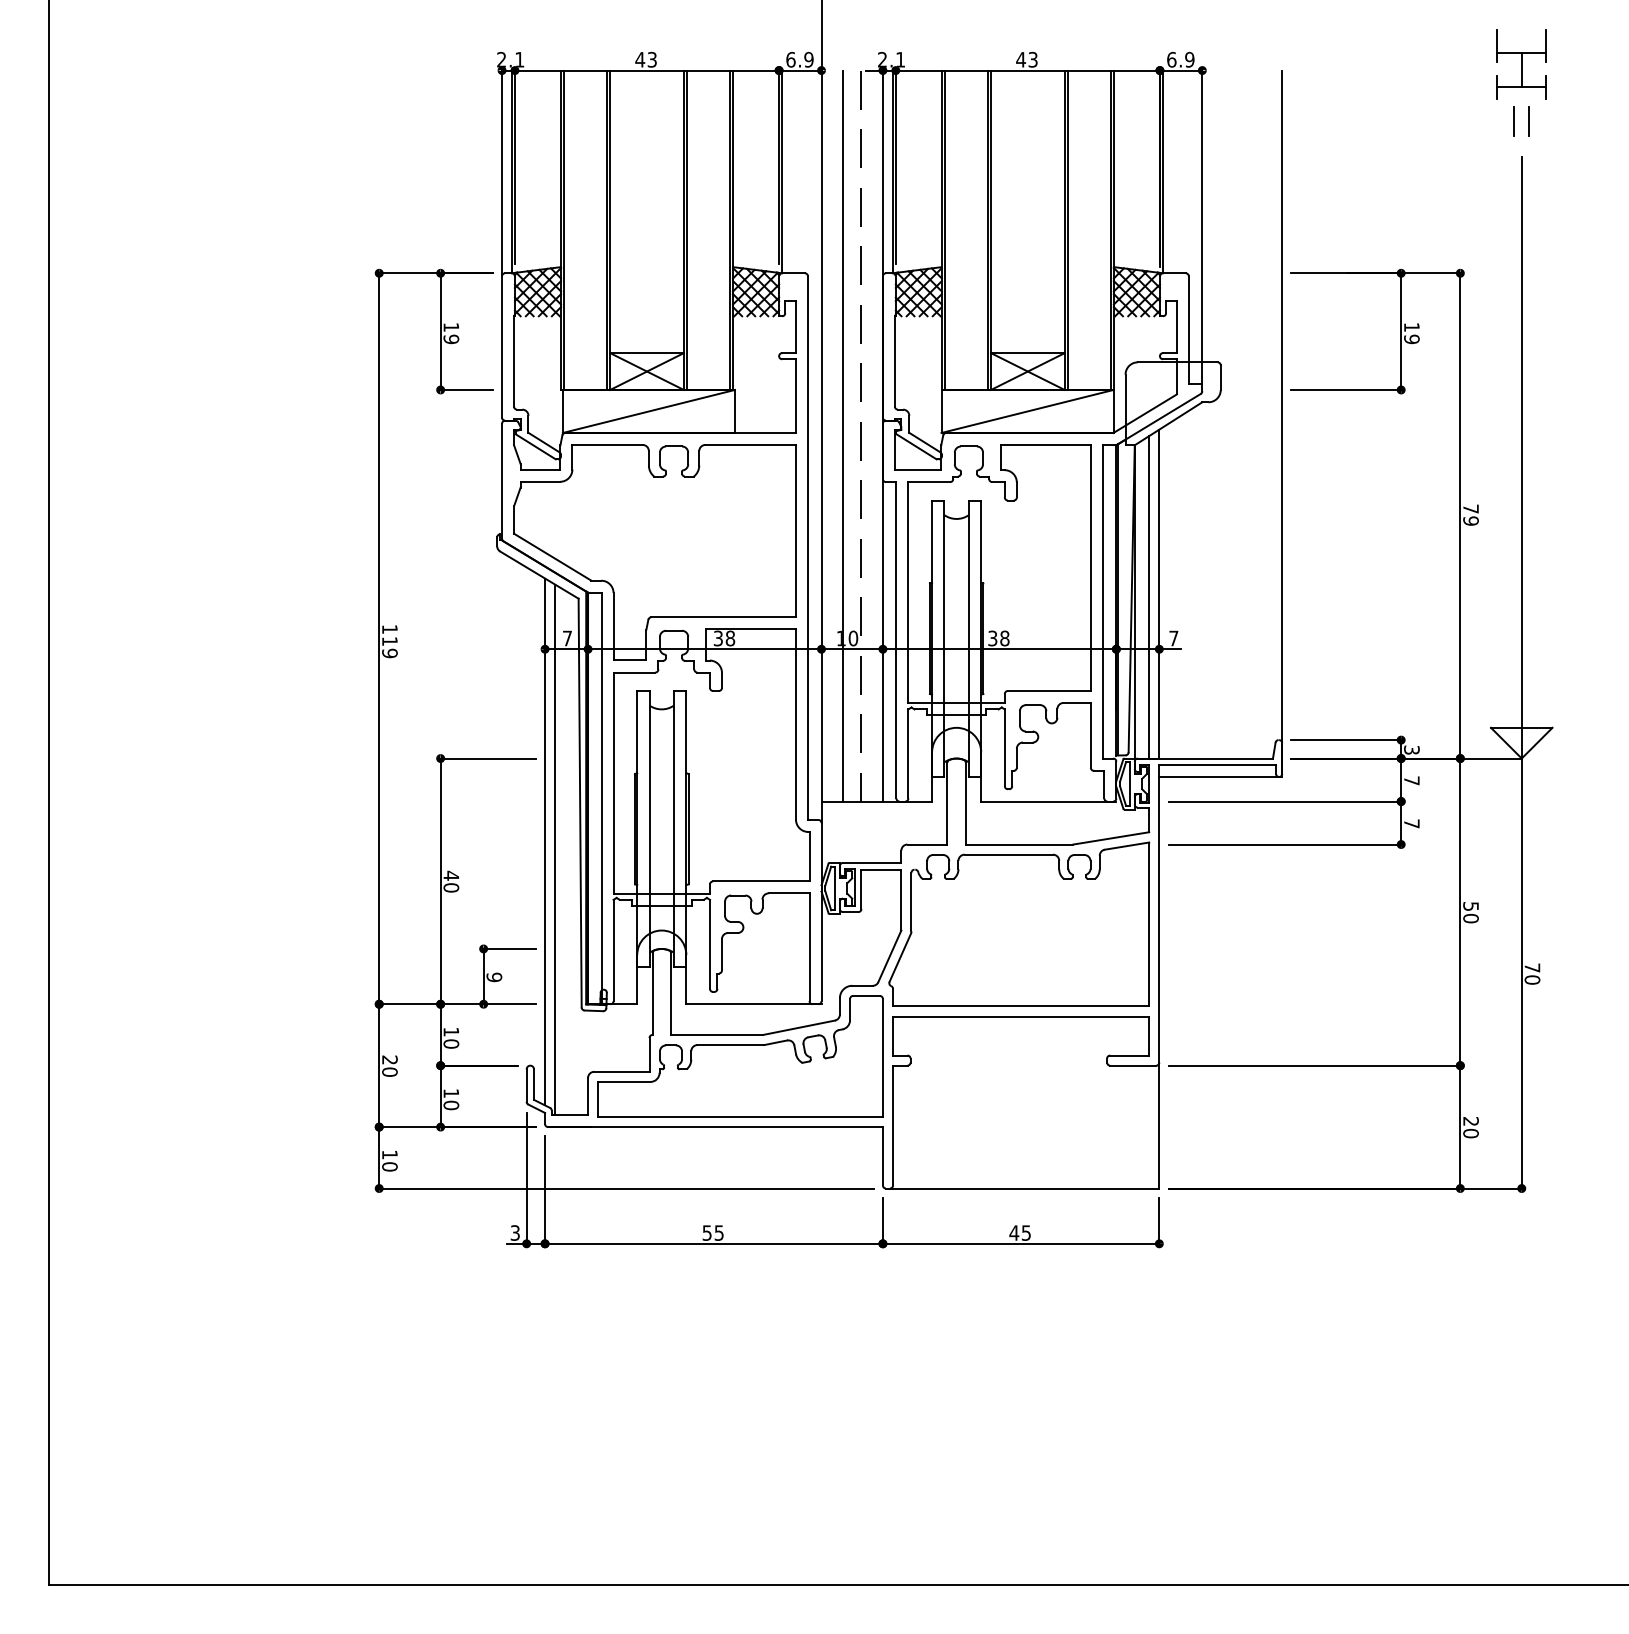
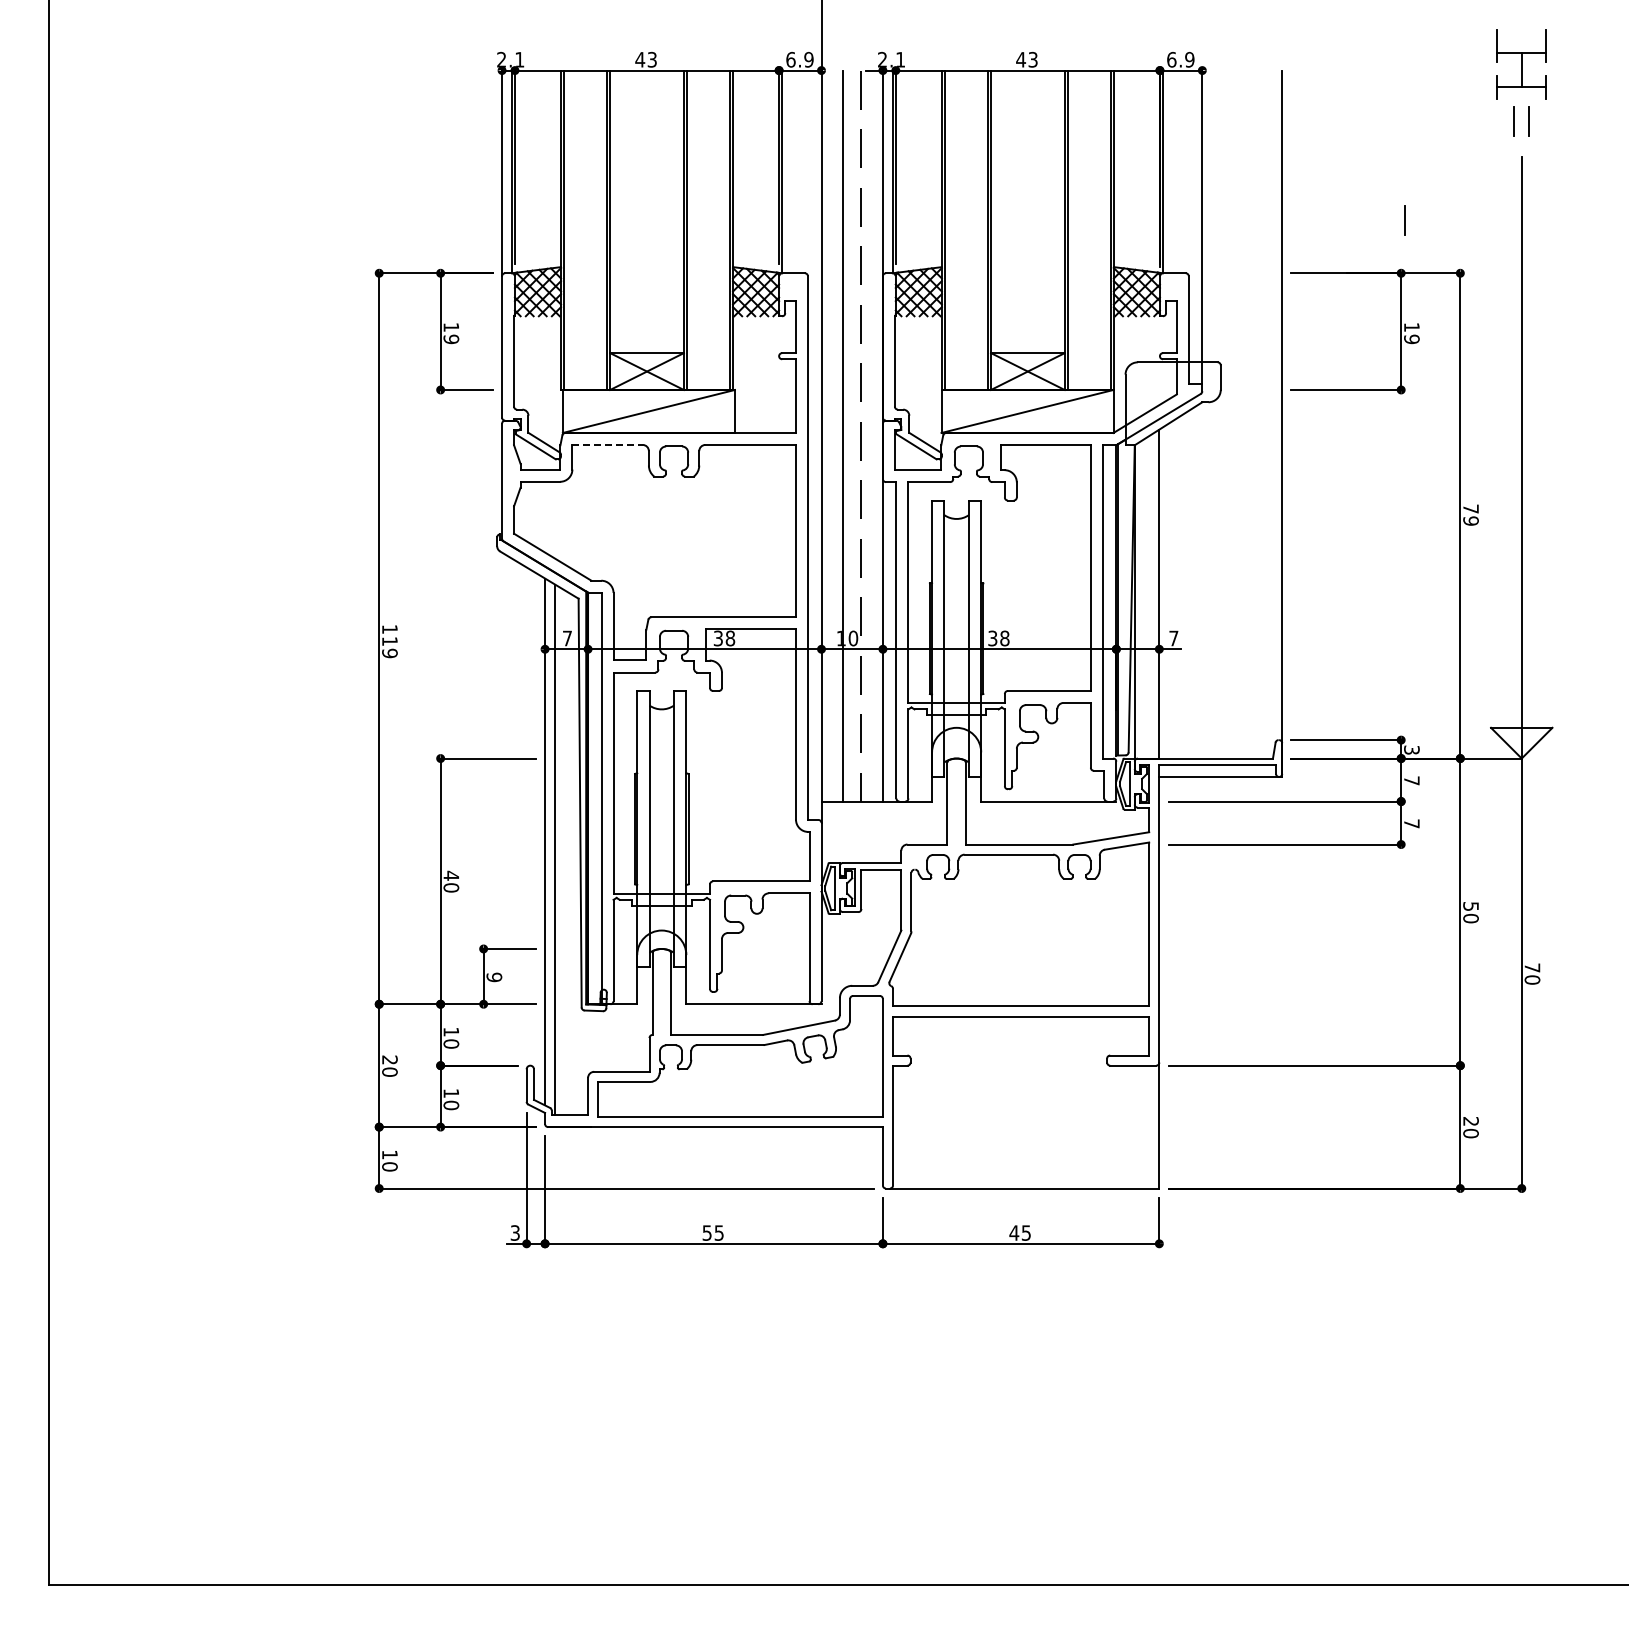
line at (1404, 220): none -> present
line at (608, 444): solid -> dashed
line at (1149, 597): present -> none
